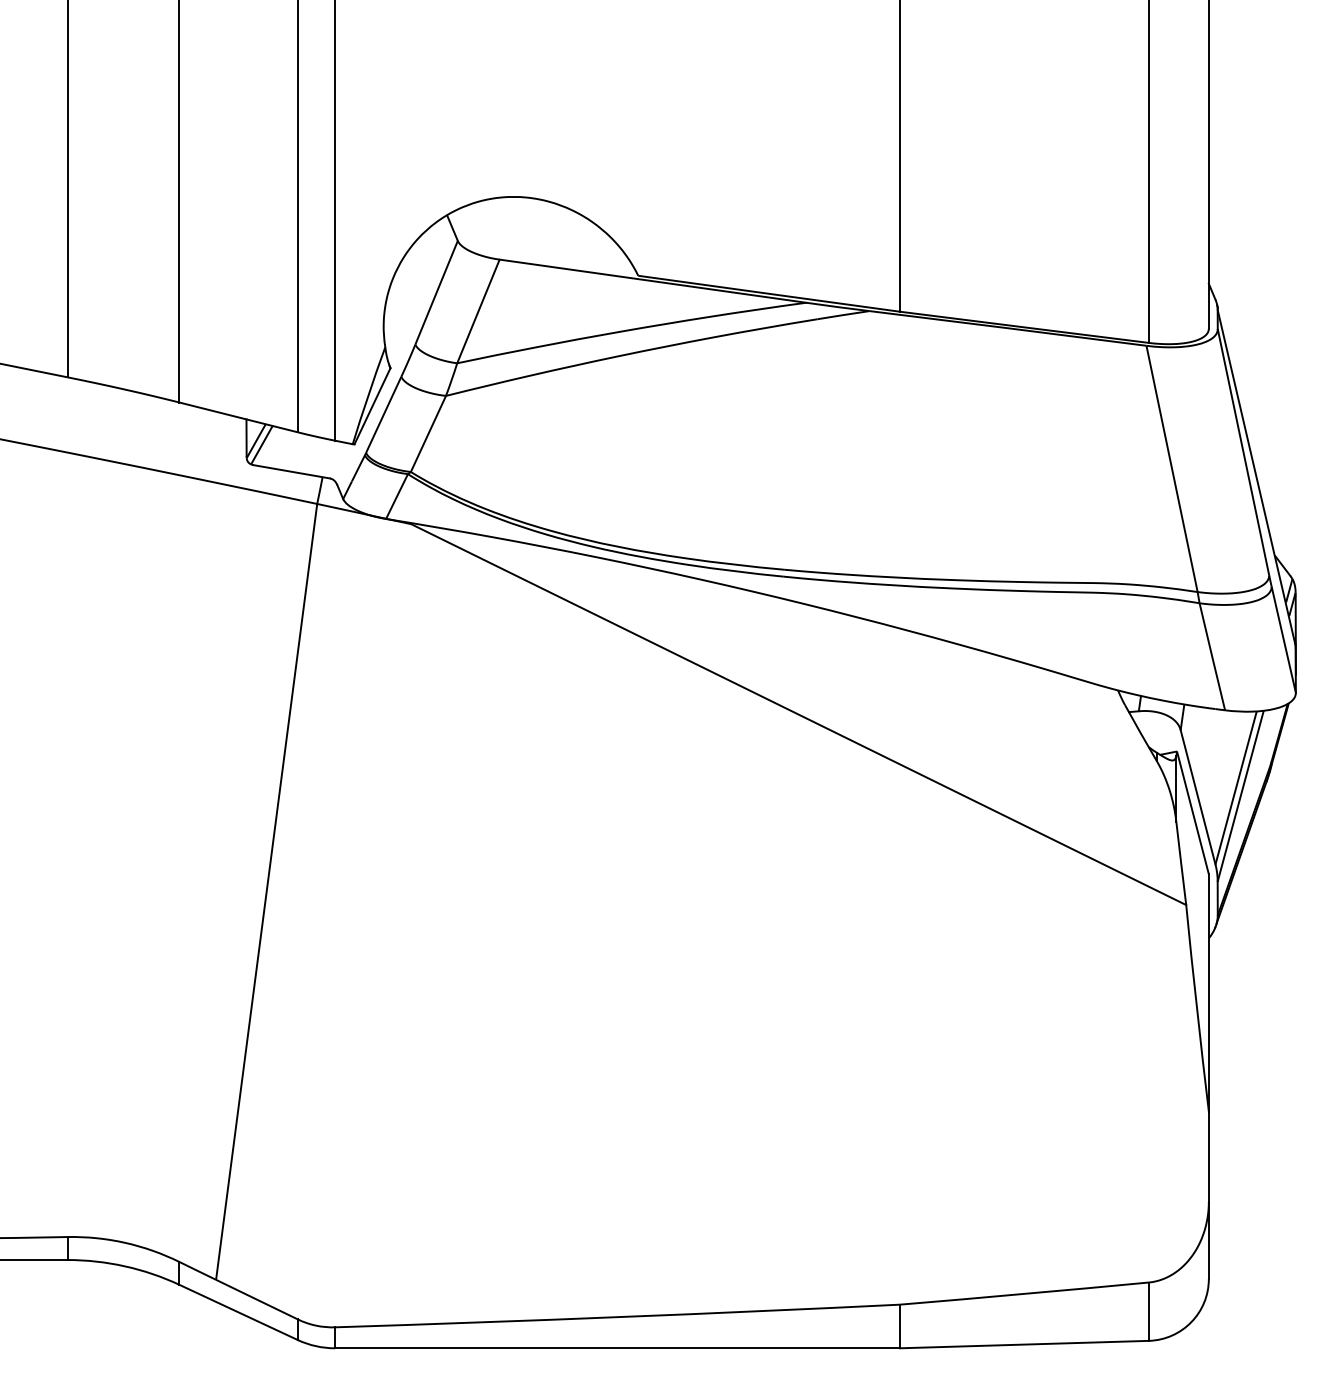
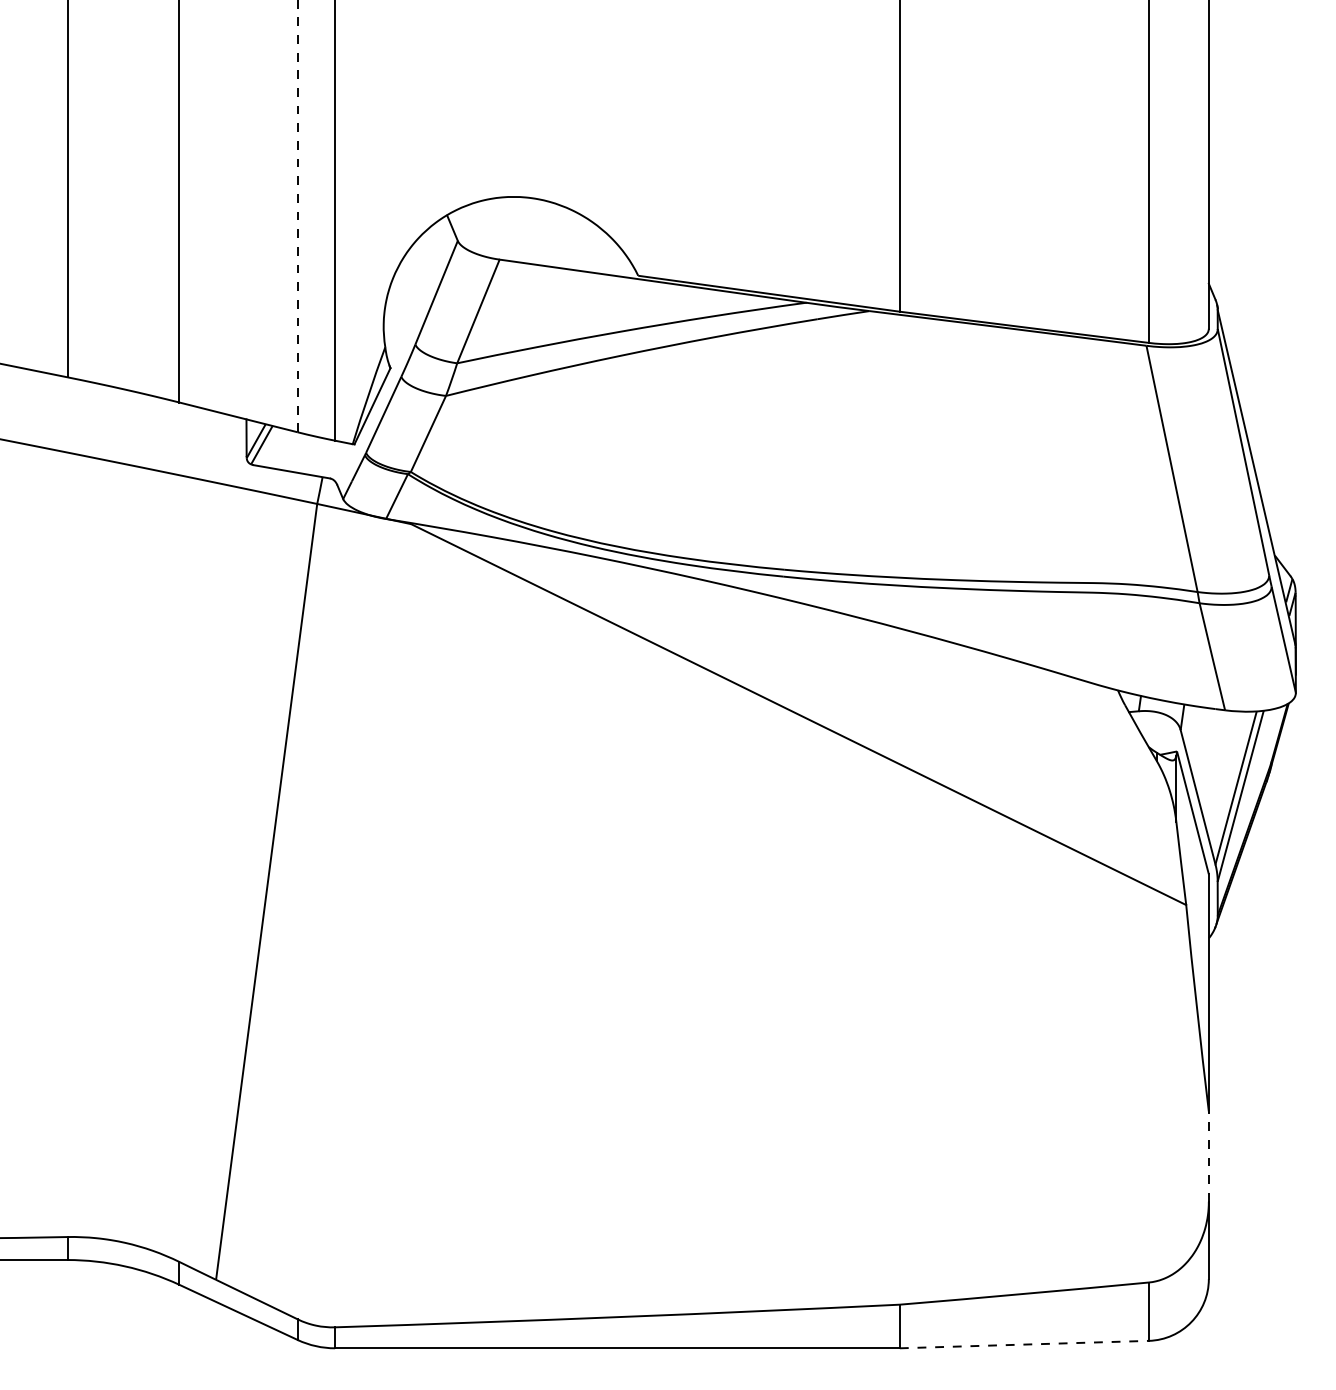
line at (297, 216): solid -> dashed
line at (1208, 1156): solid -> dashed
line at (1024, 1344): solid -> dashed
